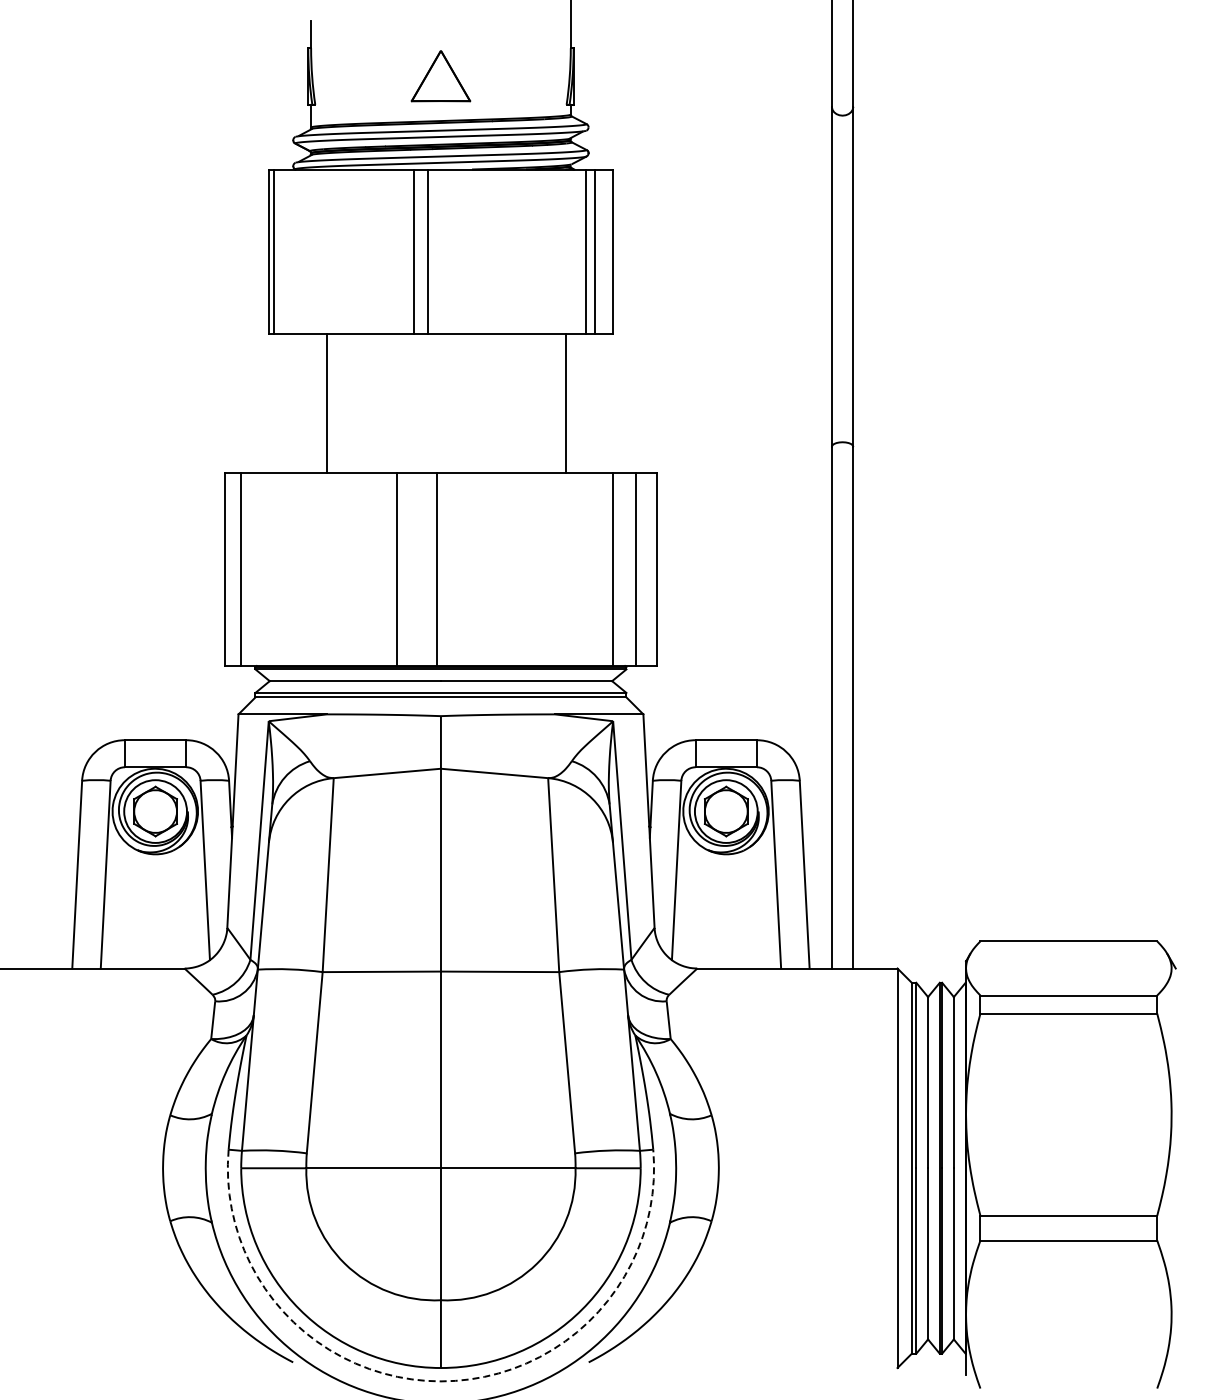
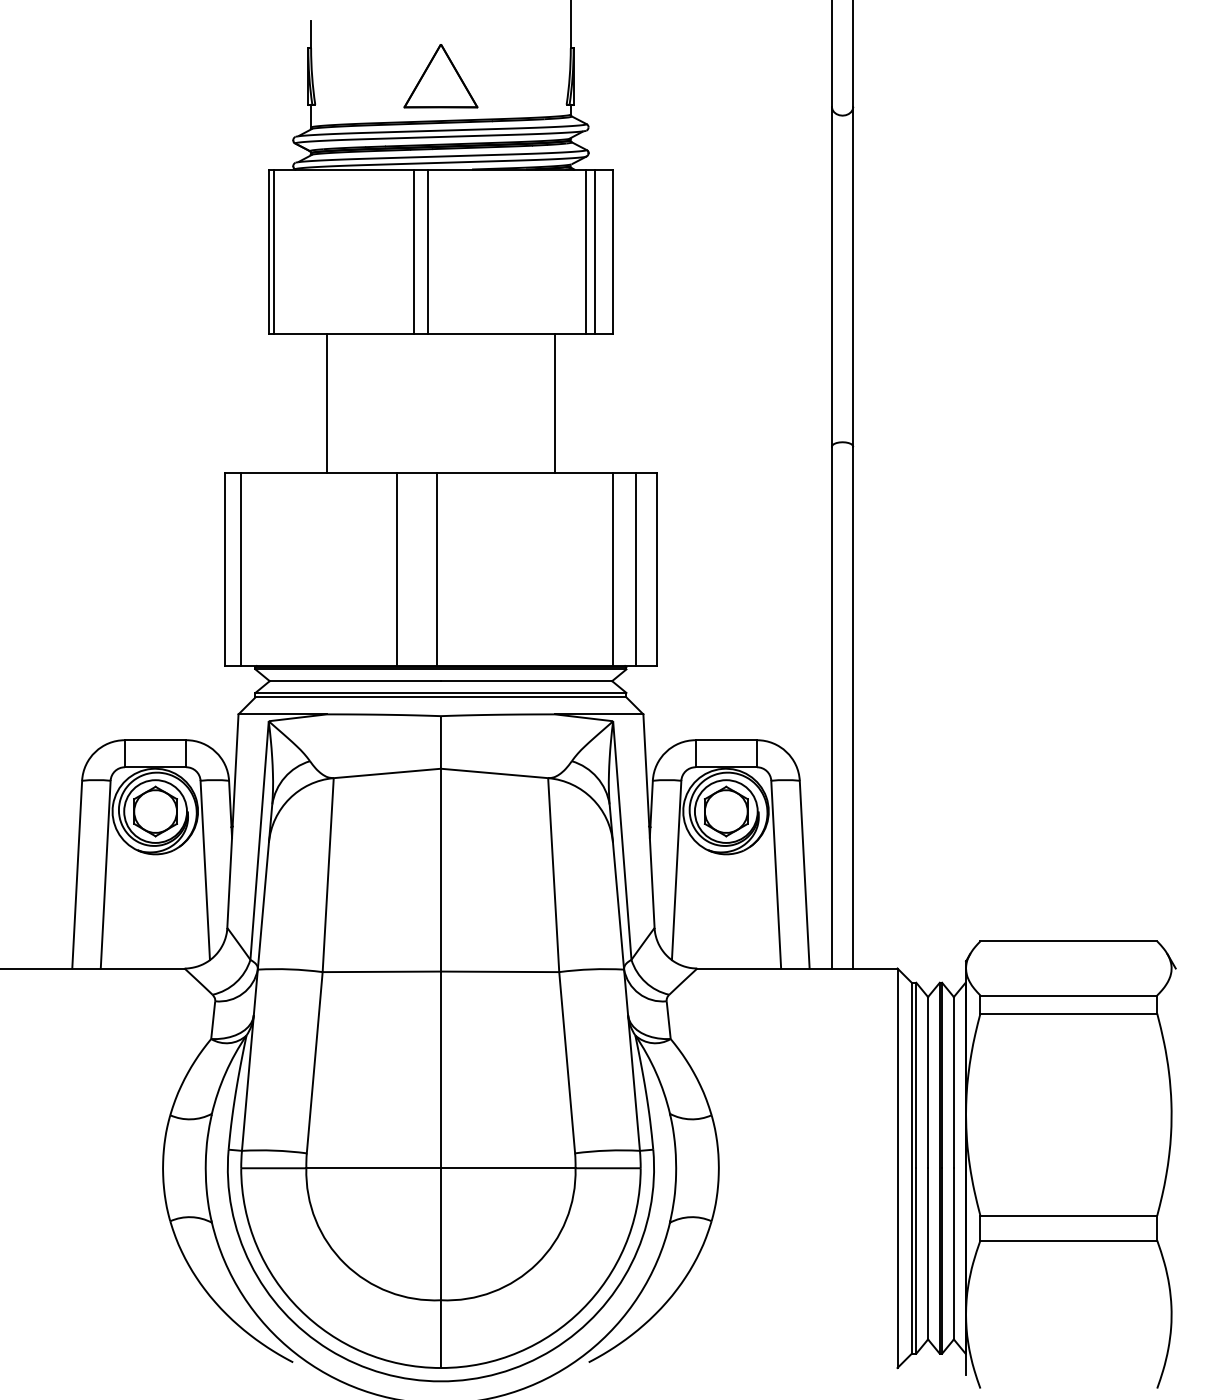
part at (440, 76) size: 62x53 px -> 76x65 px
line at (566, 403) position: (566, 403) -> (555, 403)
arc at (440, 1381): dashed -> solid
